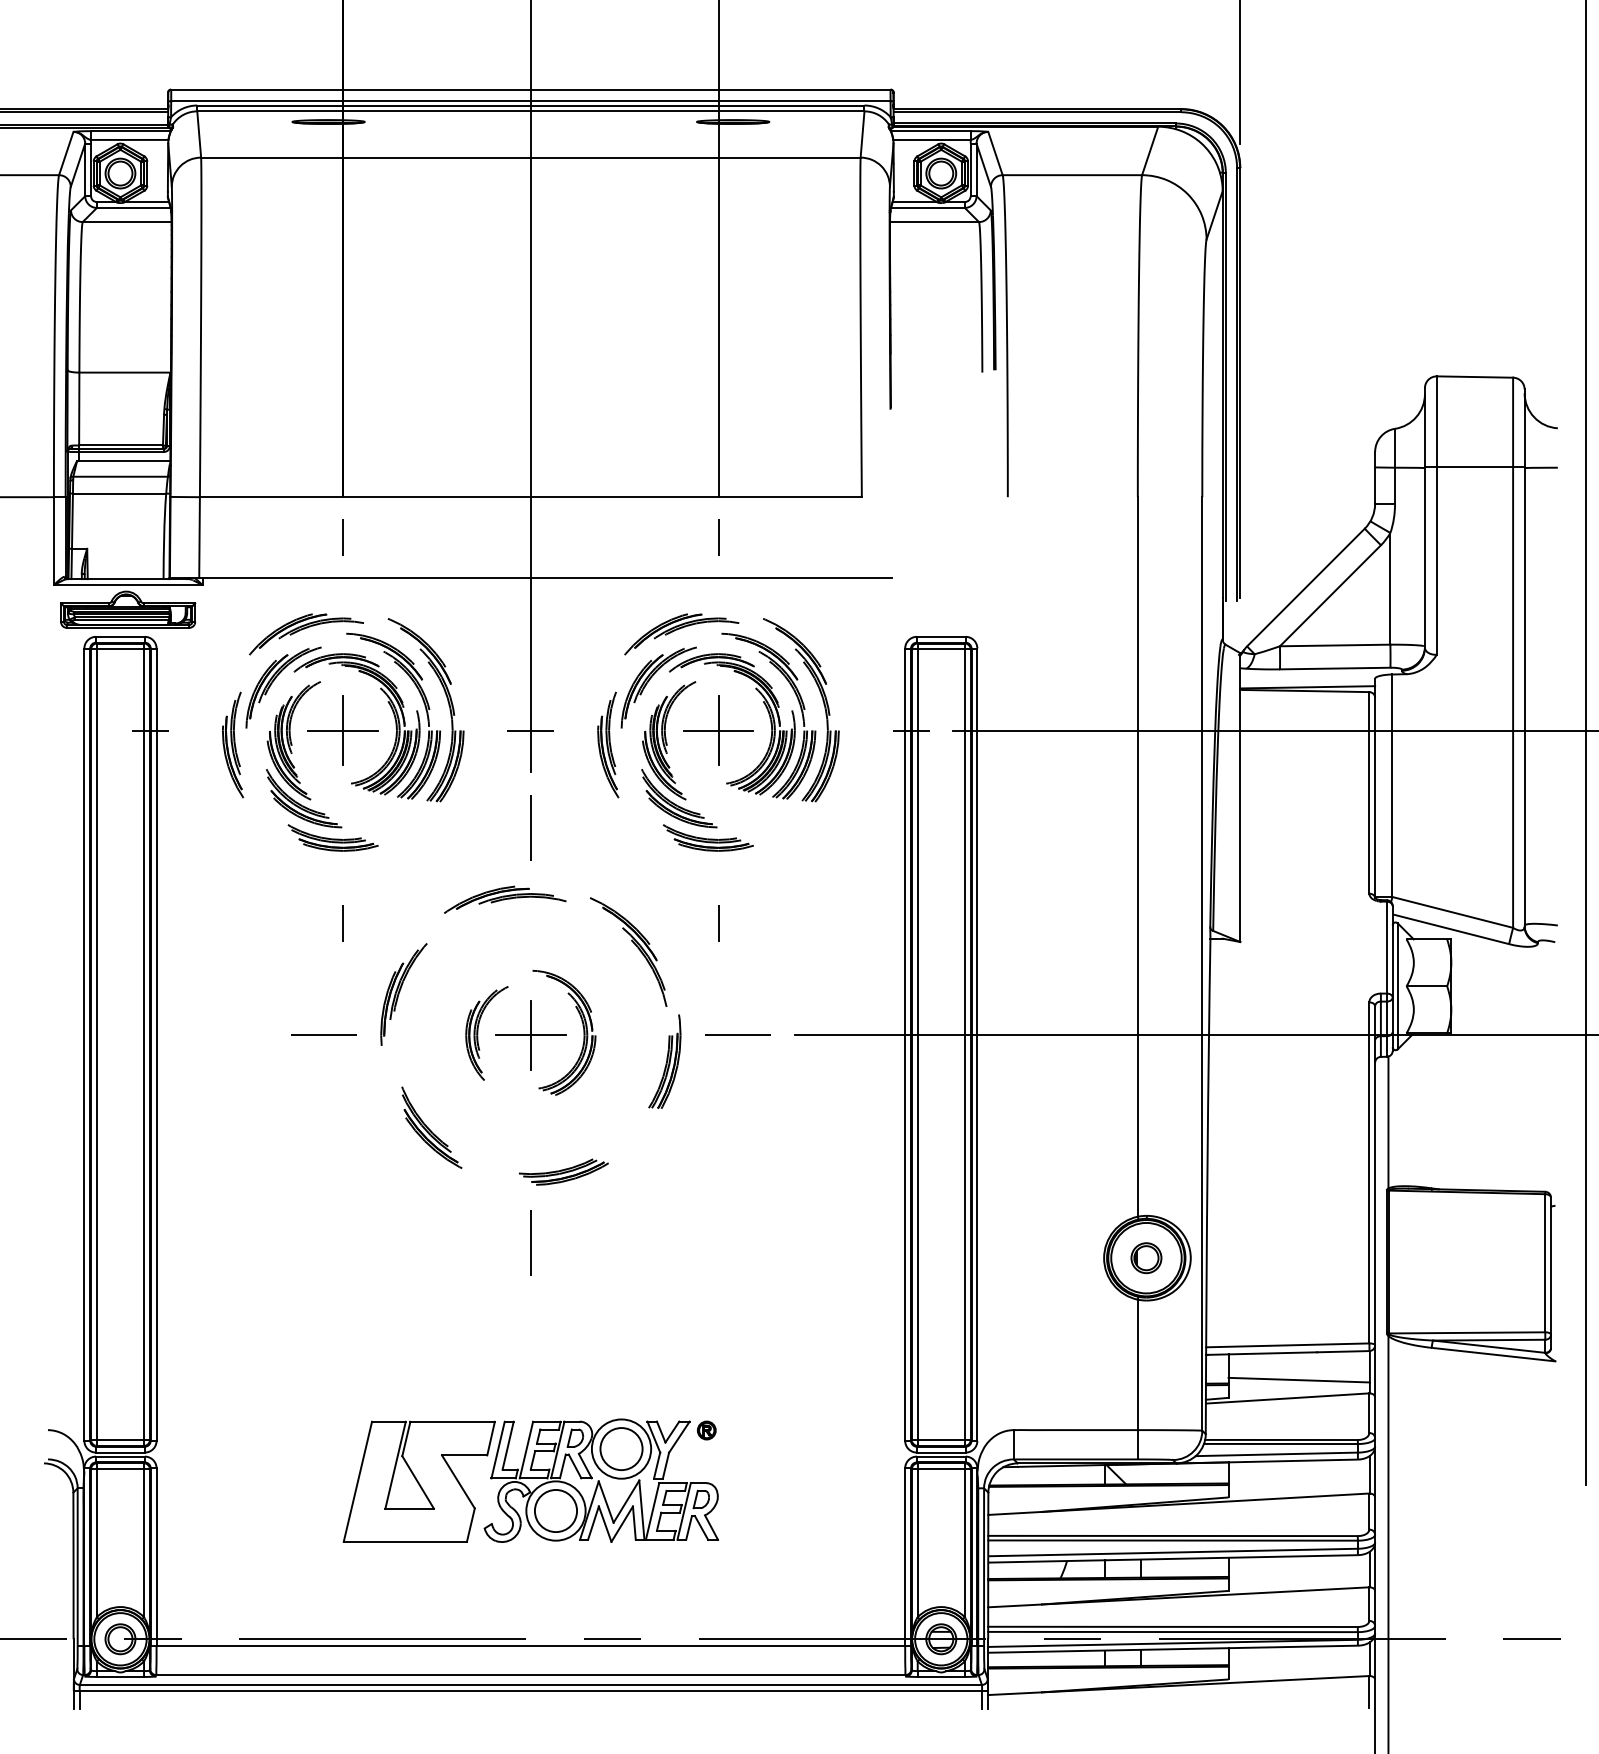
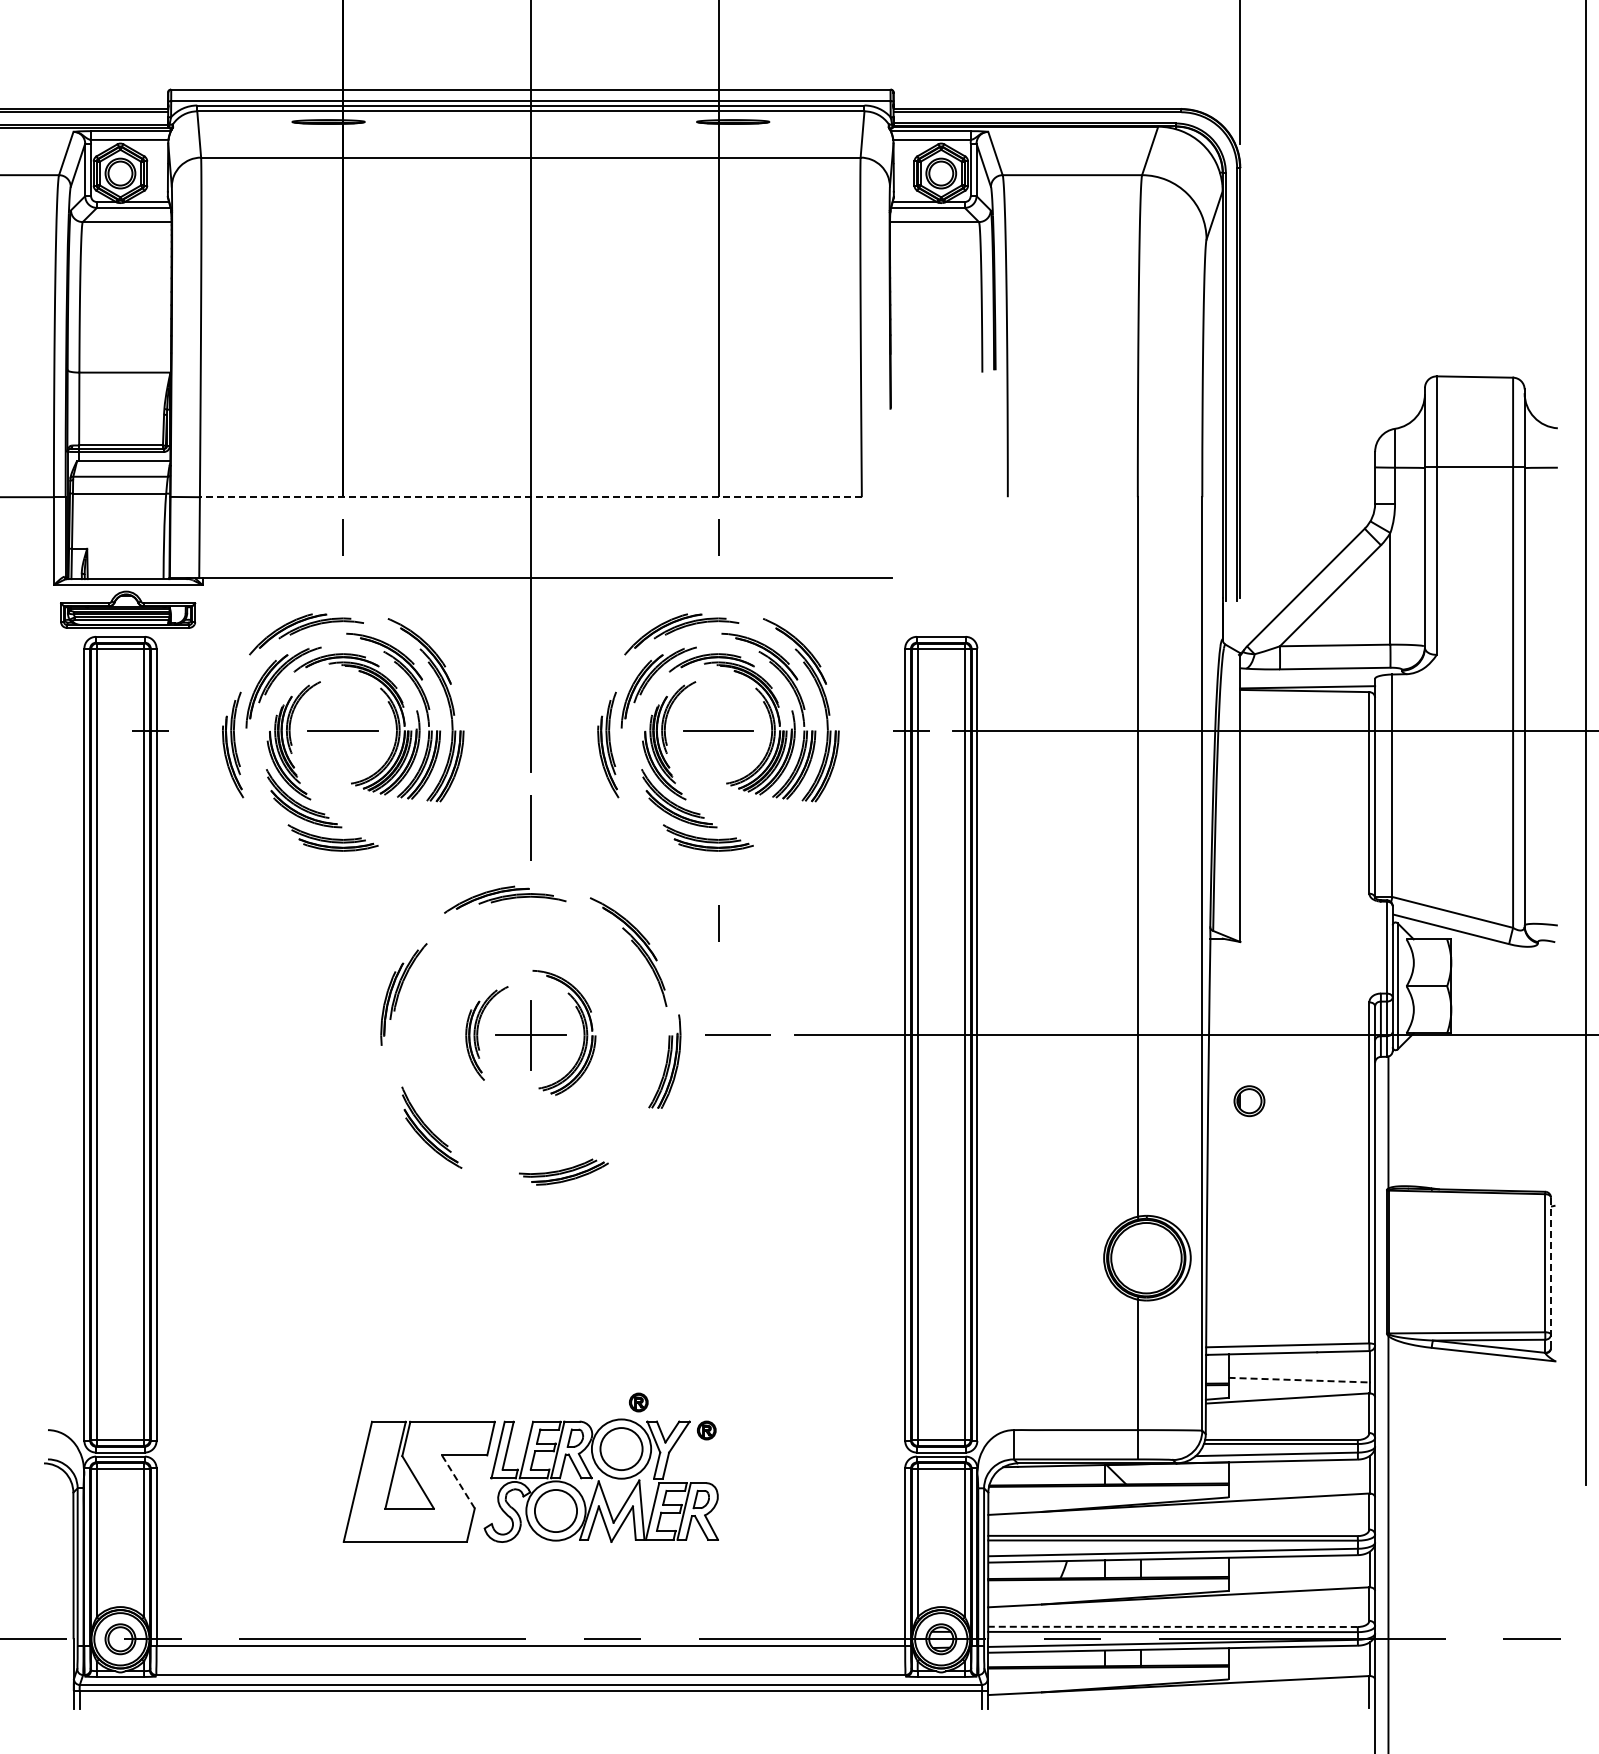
line at (530, 497): solid -> dashed
line at (343, 730): present -> none
line at (530, 730): present -> none
line at (718, 730): present -> none
line at (342, 923): present -> none
line at (323, 1035): present -> none
line at (530, 1242): present -> none
part at (1146, 1258) position: (1146, 1258) -> (1249, 1101)
line at (1551, 1273): solid -> dashed
line at (1299, 1380): solid -> dashed
part at (638, 1402): none -> present
line at (458, 1481): solid -> dashed
line at (1172, 1626): solid -> dashed
